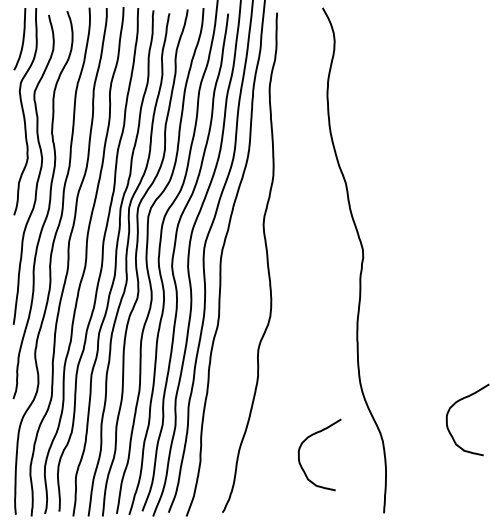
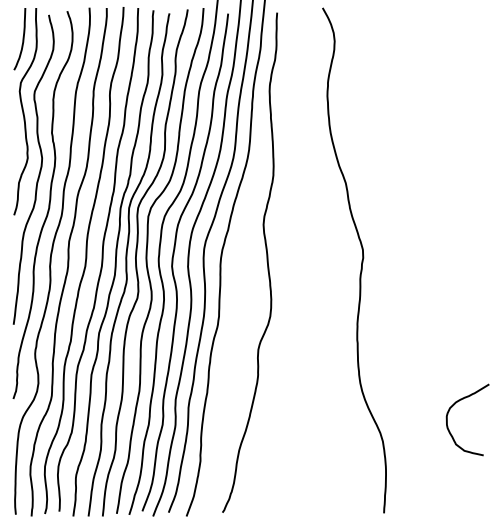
curve at (306, 440): present -> none
